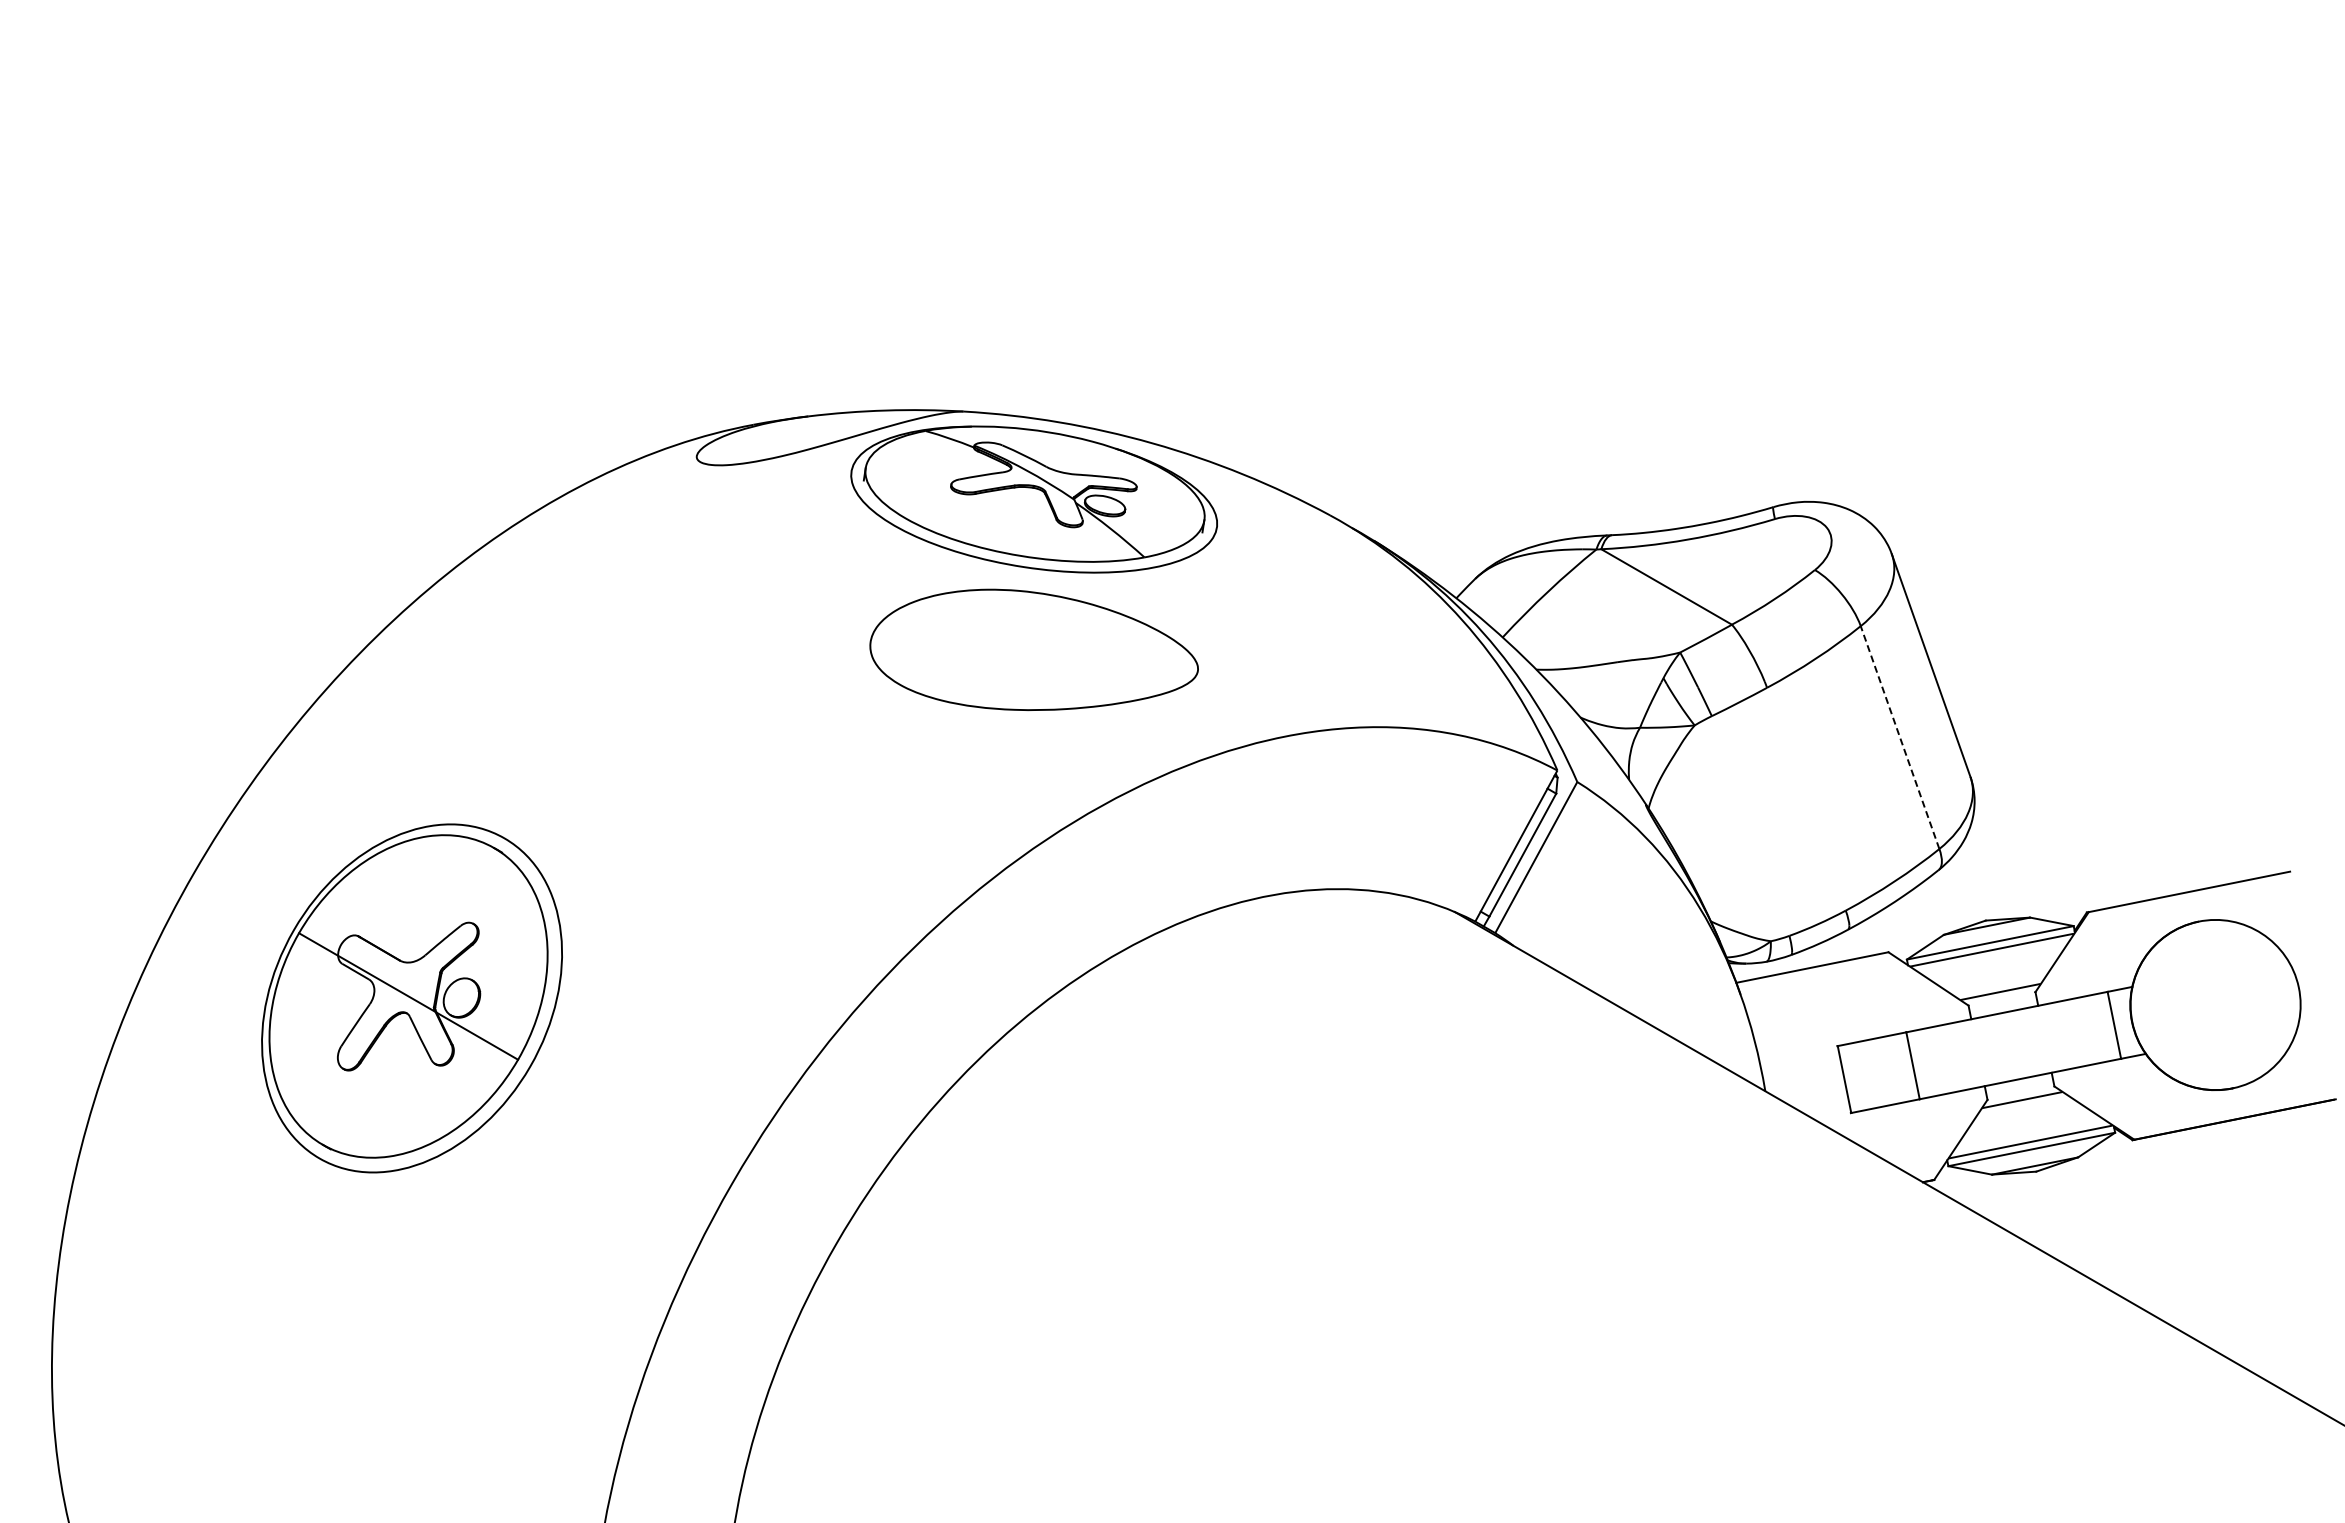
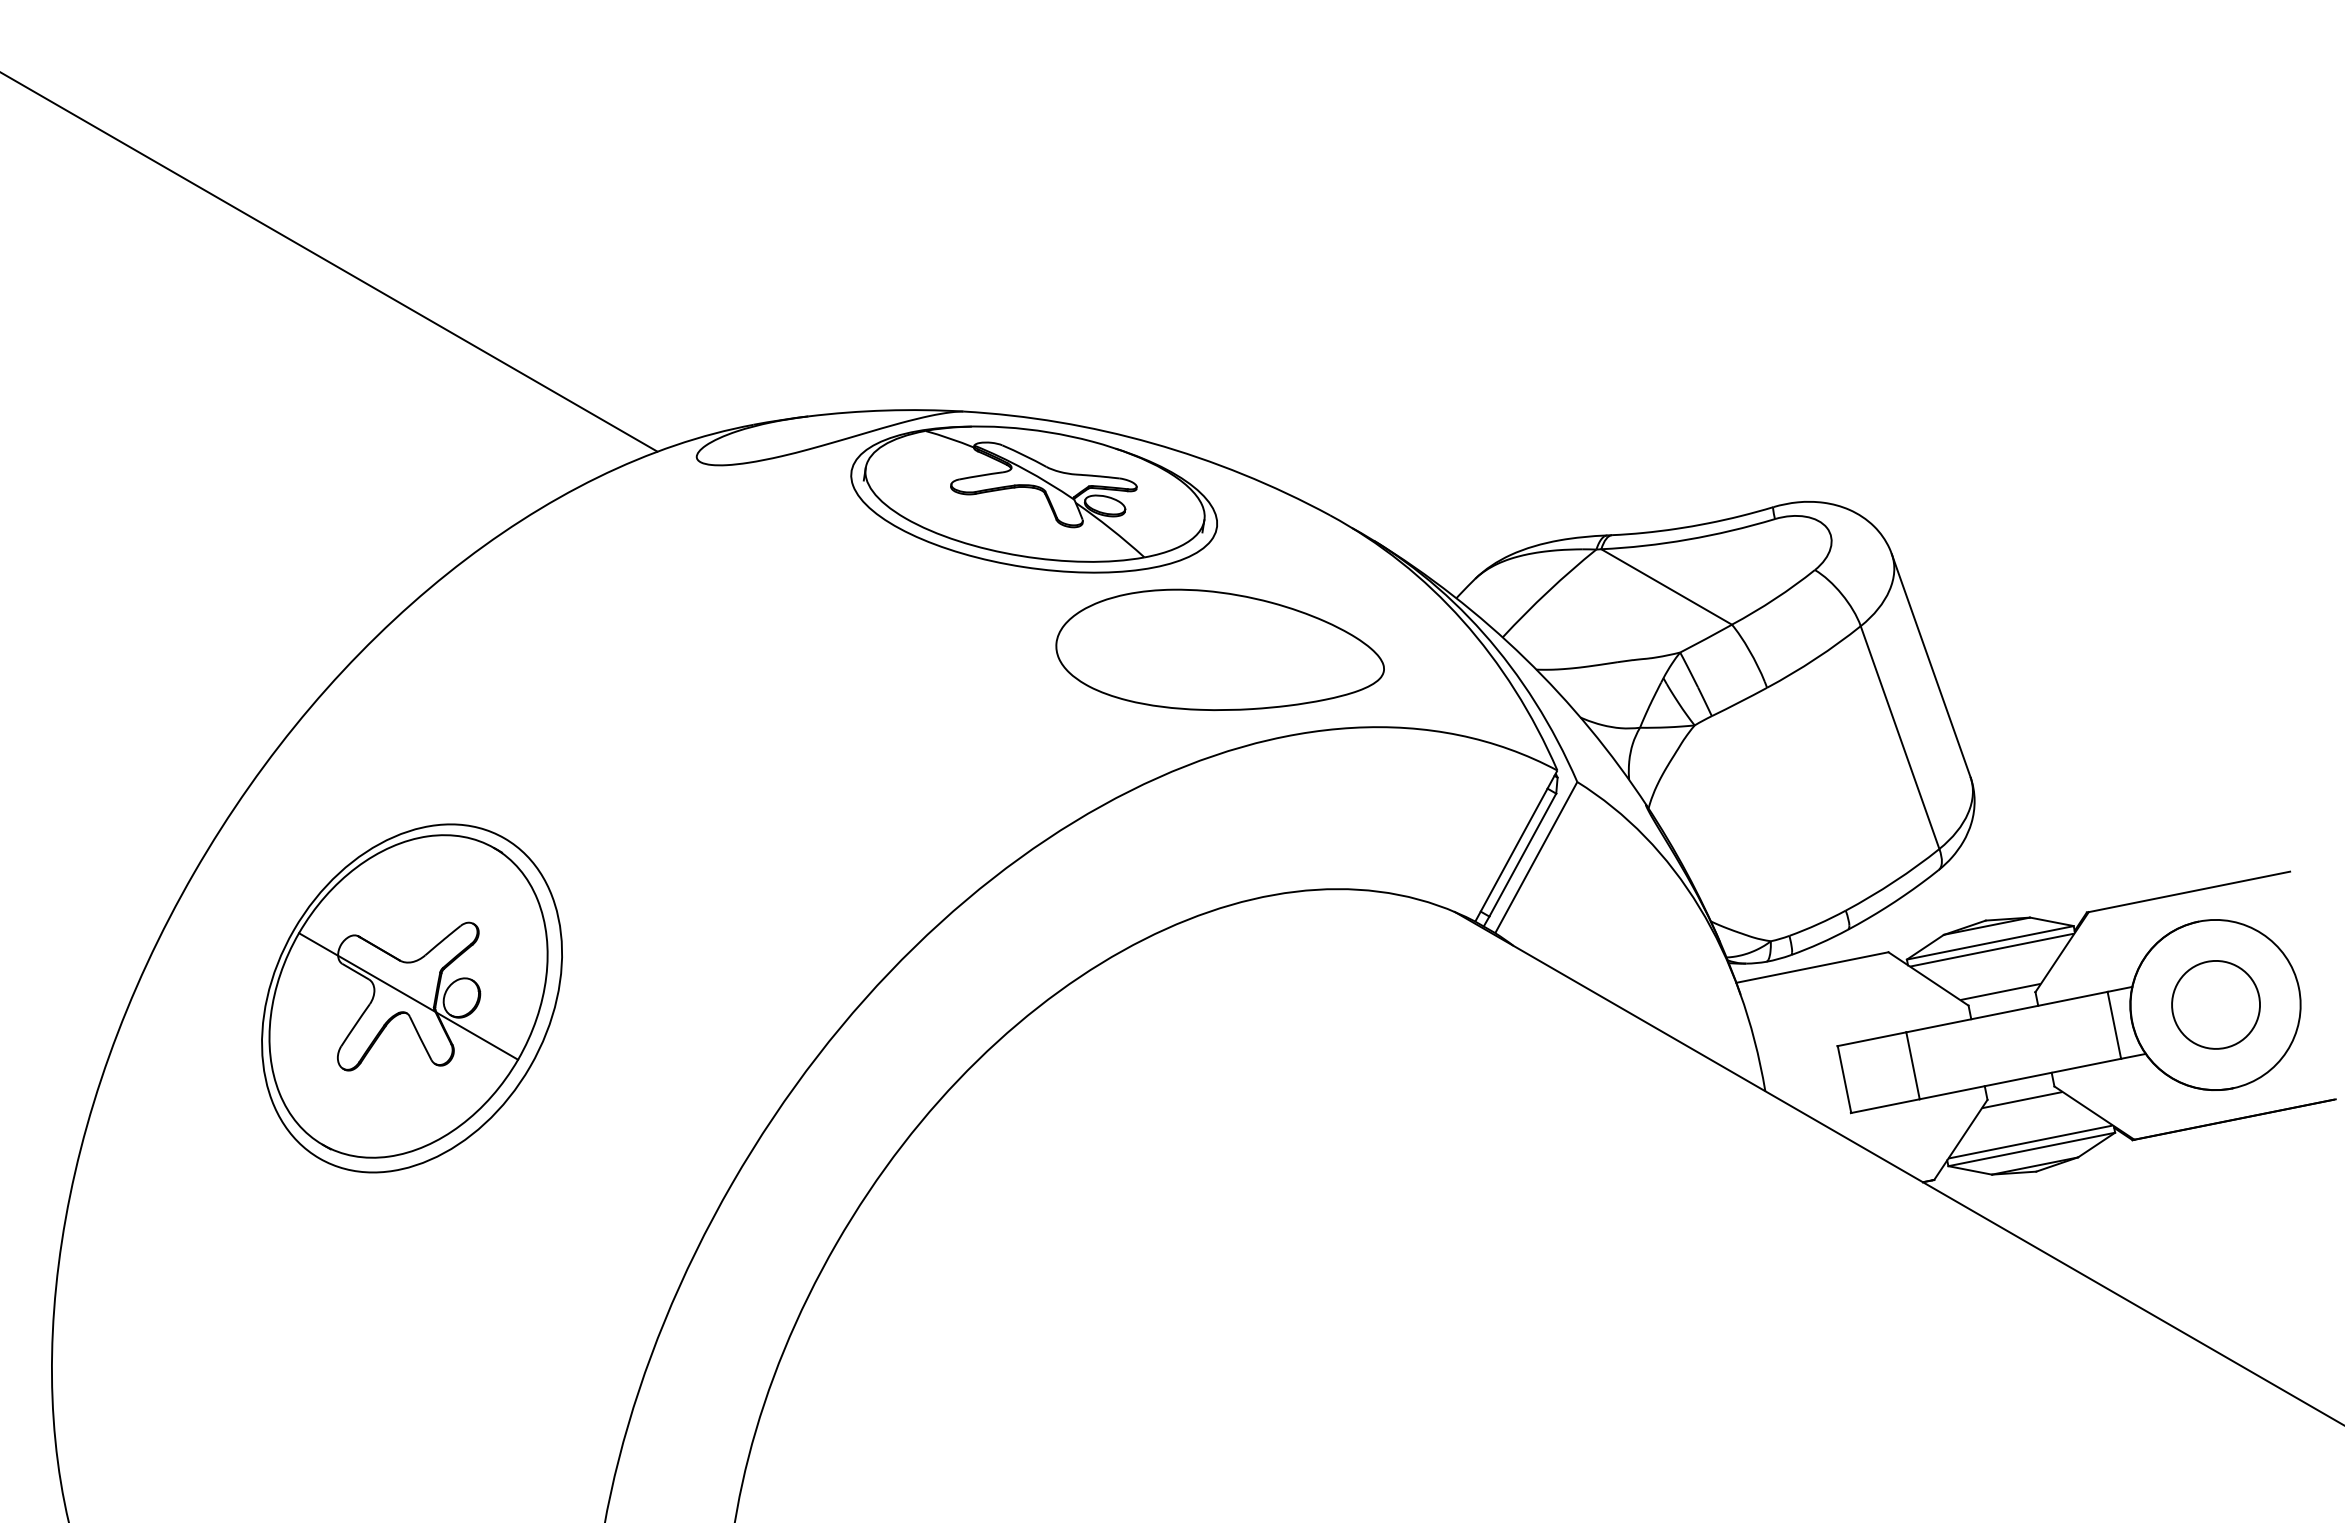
line at (329, 262): none -> present
part at (1033, 649) position: (1033, 649) -> (1219, 649)
line at (1899, 737): dashed -> solid
part at (2215, 1004): none -> present
